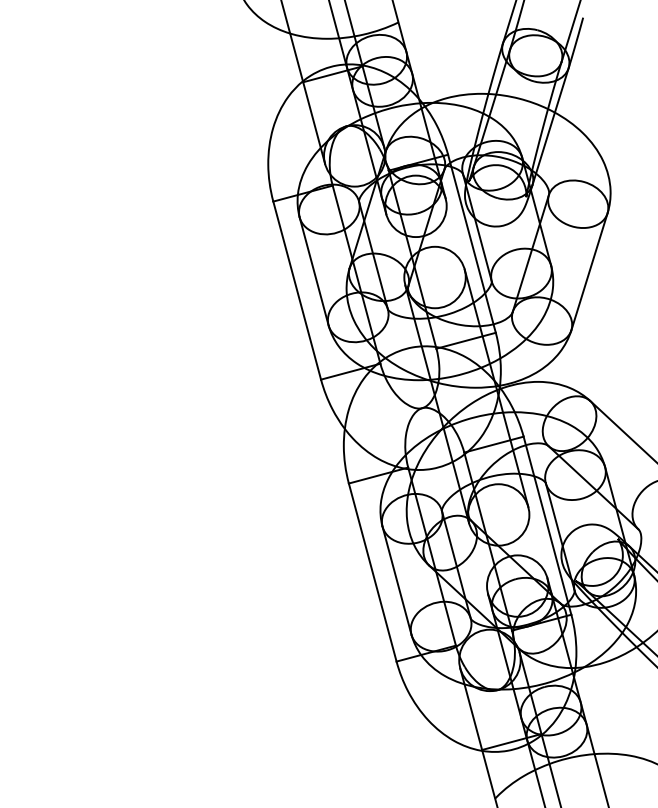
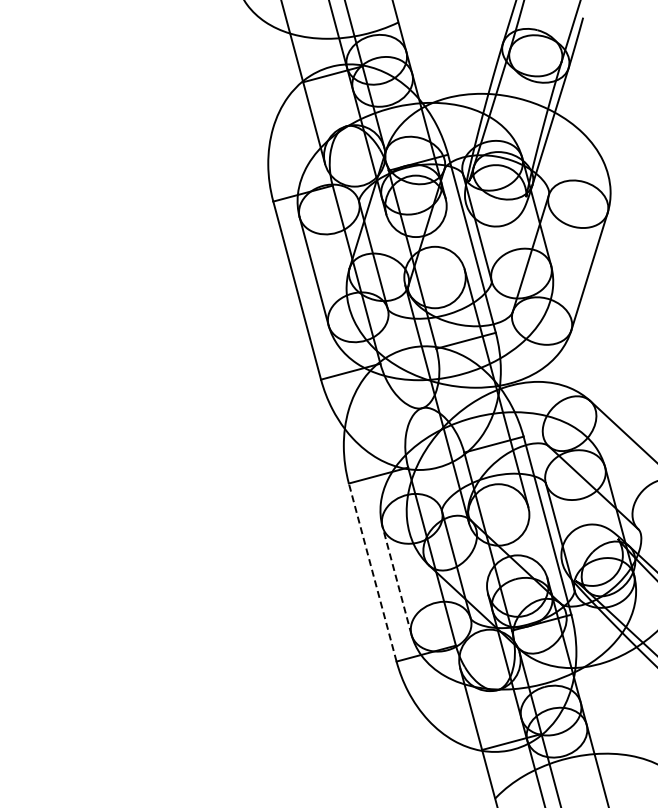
line at (372, 572): solid -> dashed
line at (397, 580): solid -> dashed
